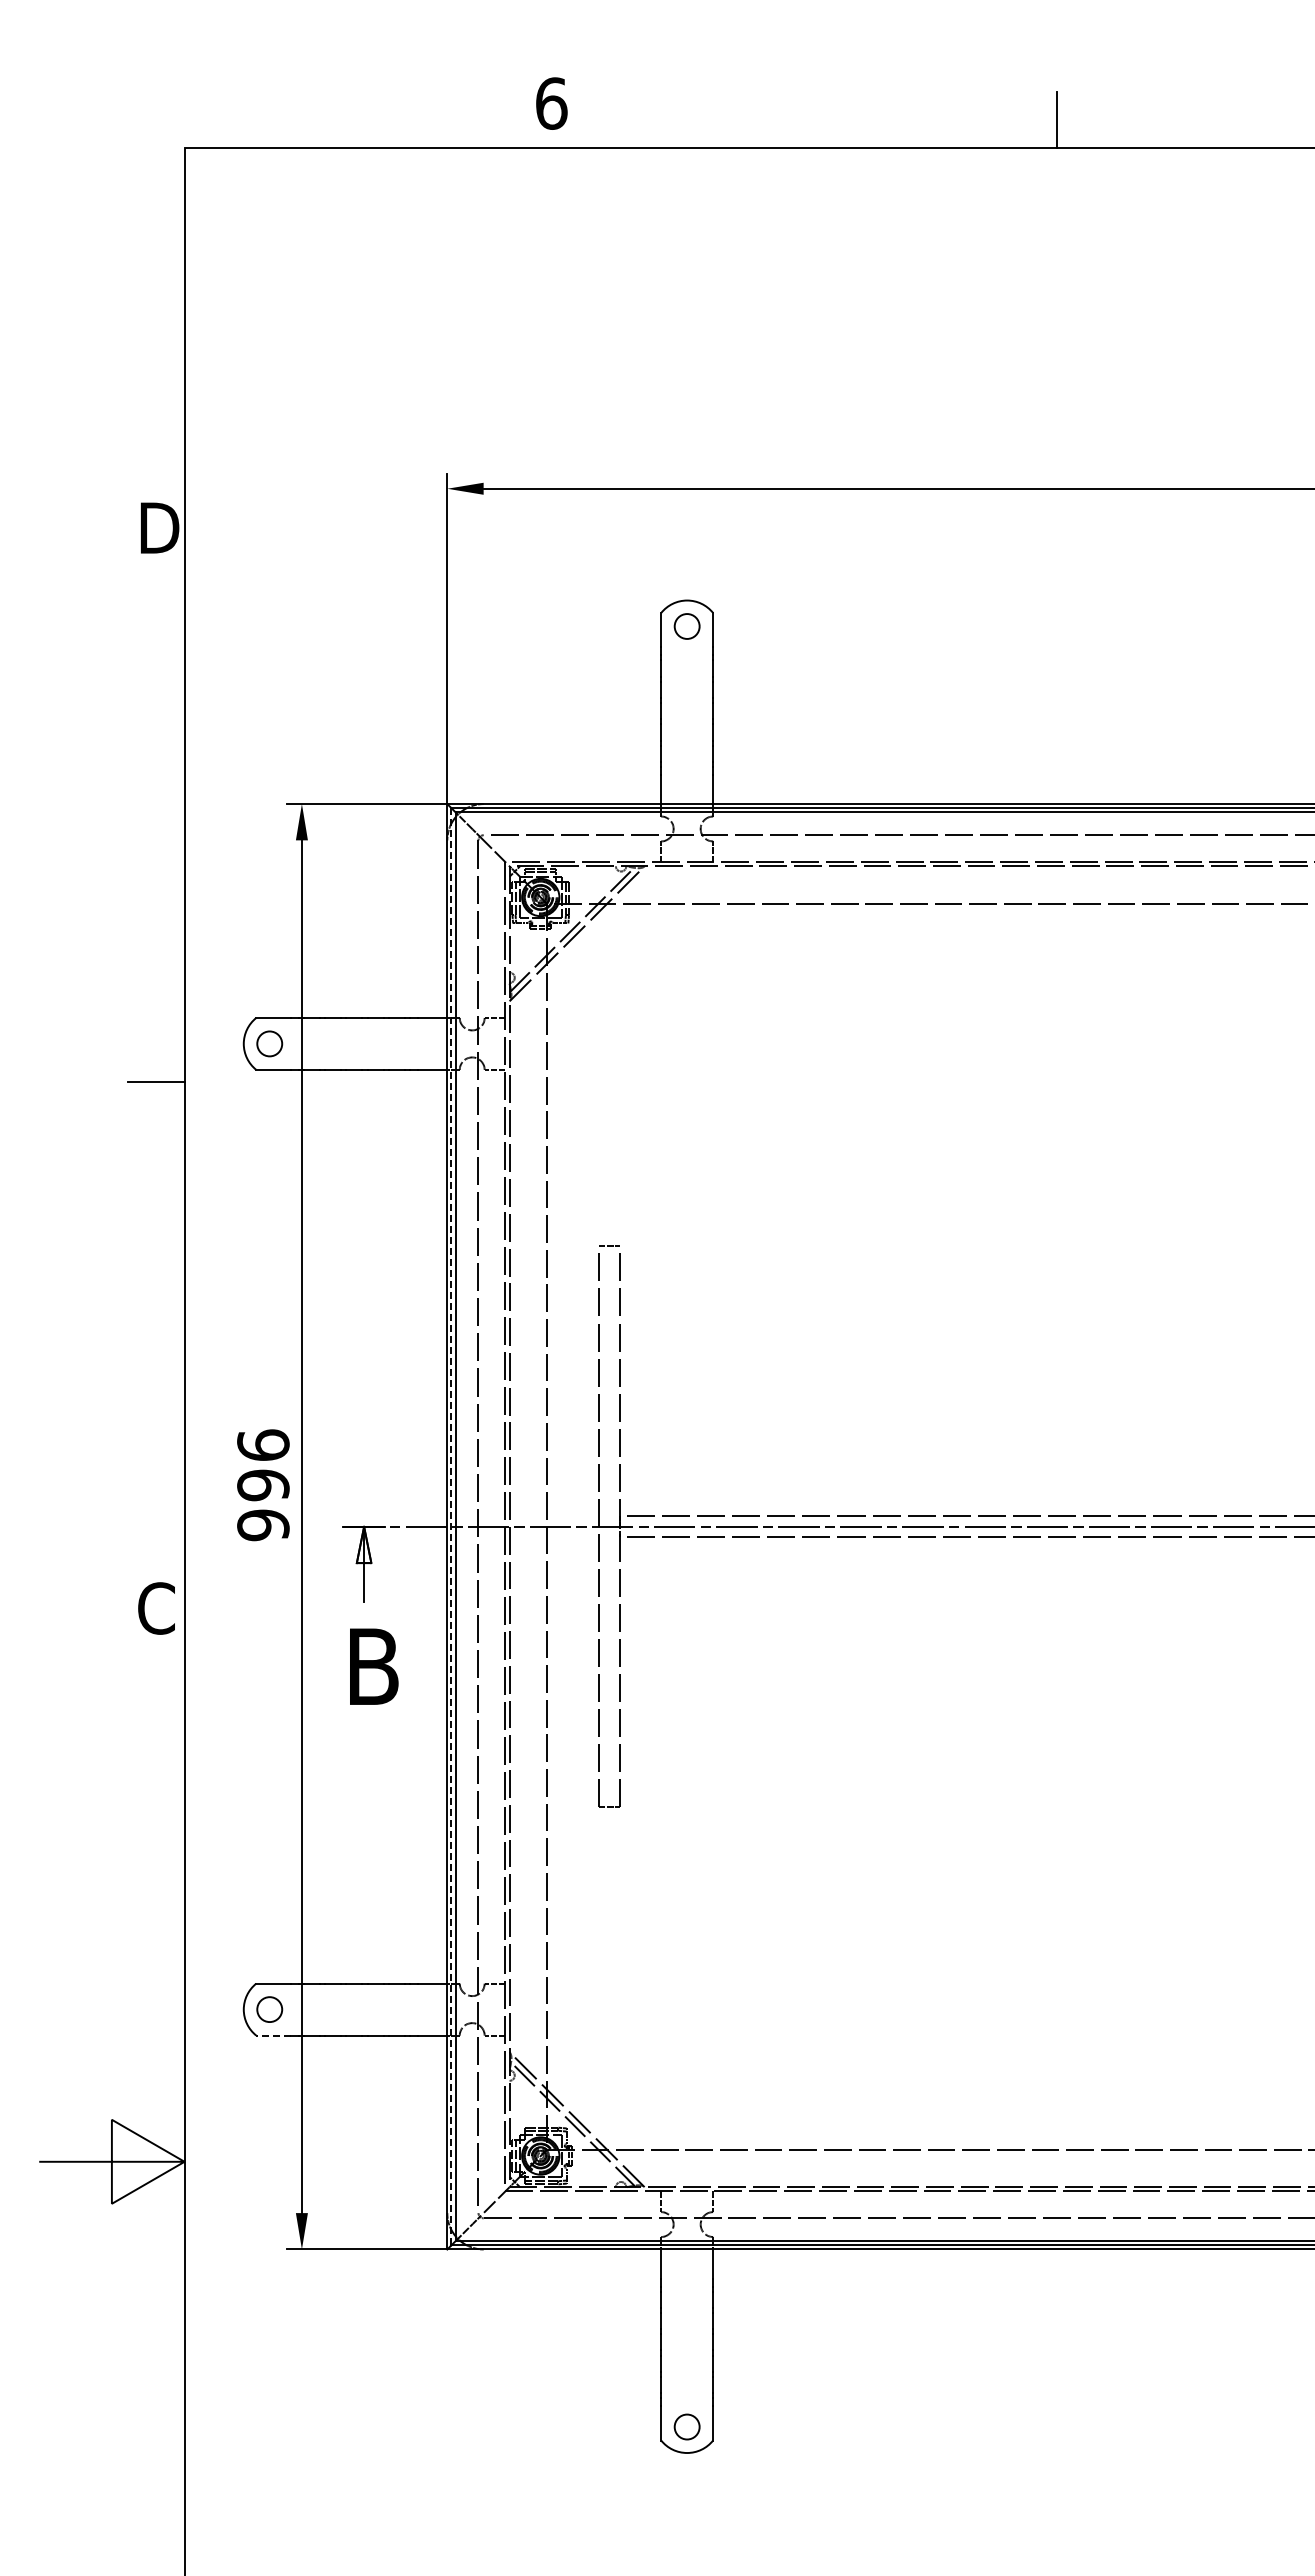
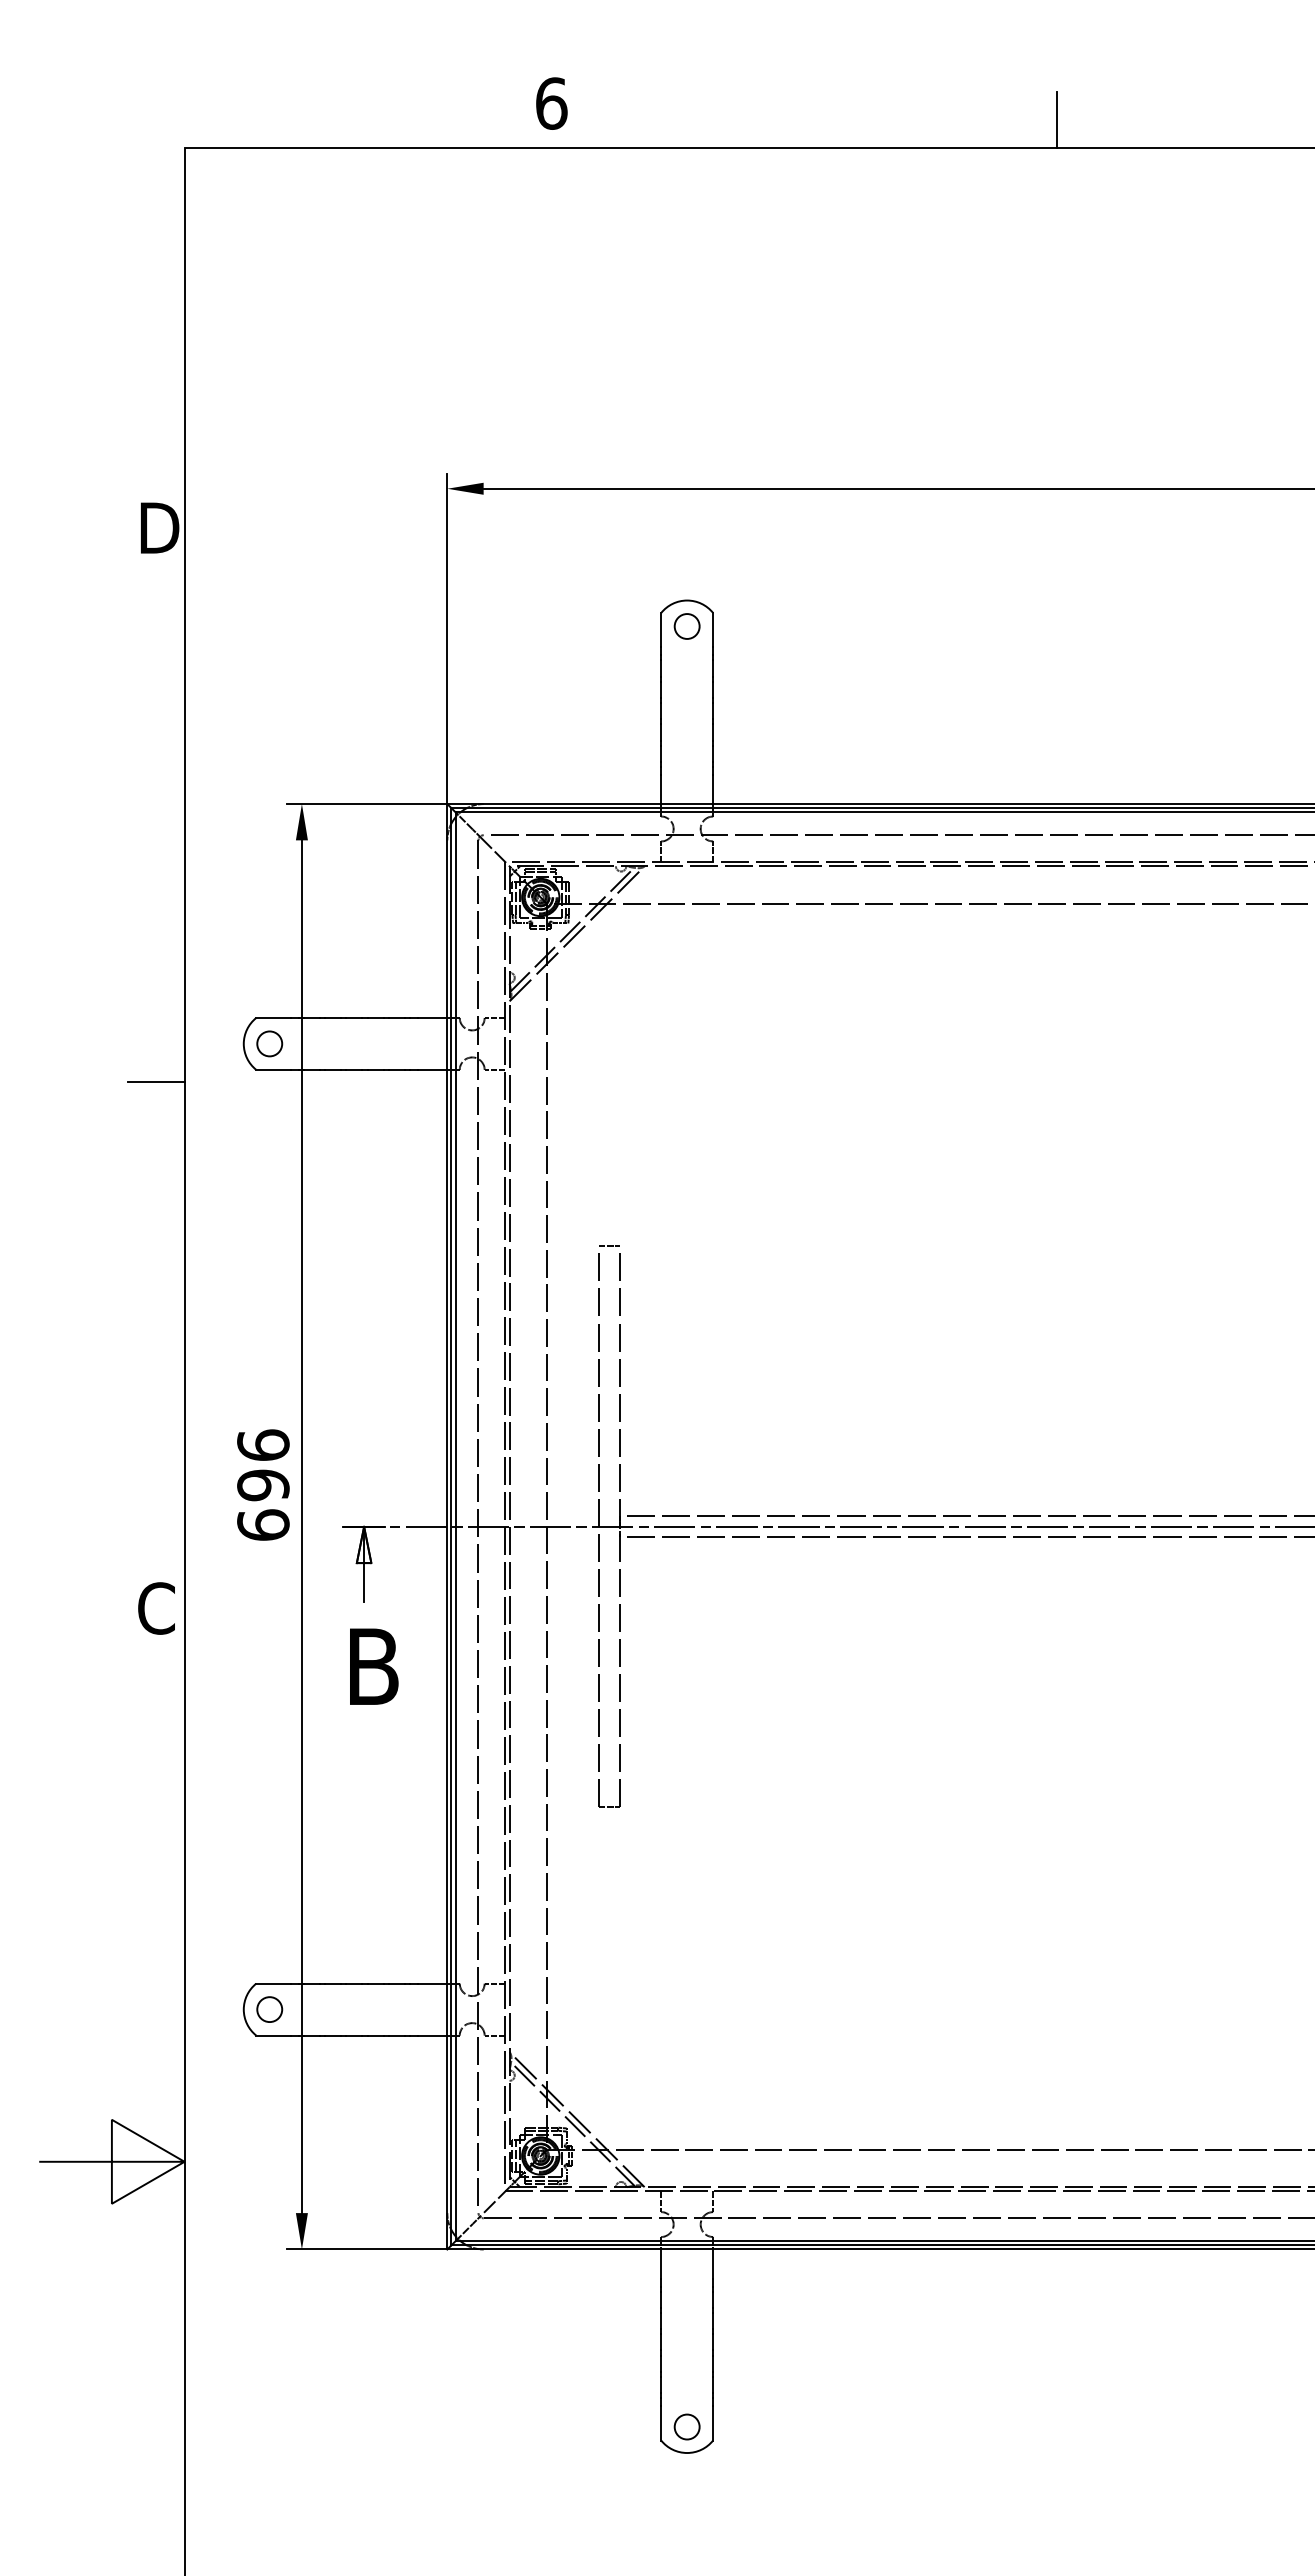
text at (263, 1525): 996 -> 696
line at (451, 1526): dashed -> solid
line at (272, 2035): dashed -> solid
